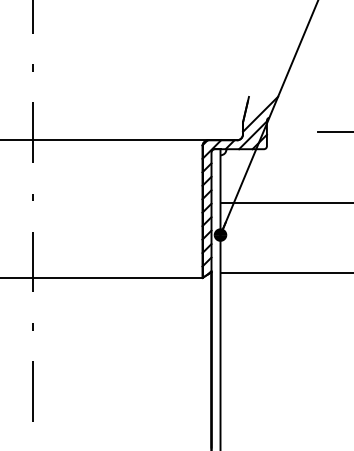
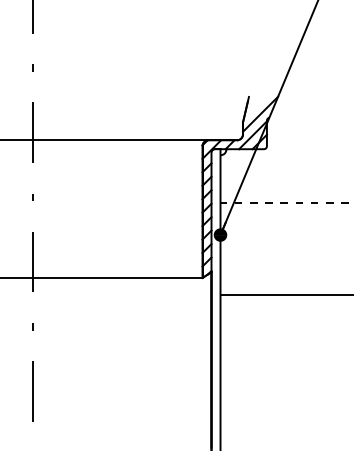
line at (333, 131): present -> none
line at (286, 203): solid -> dashed
line at (285, 272) position: (285, 272) -> (285, 294)
